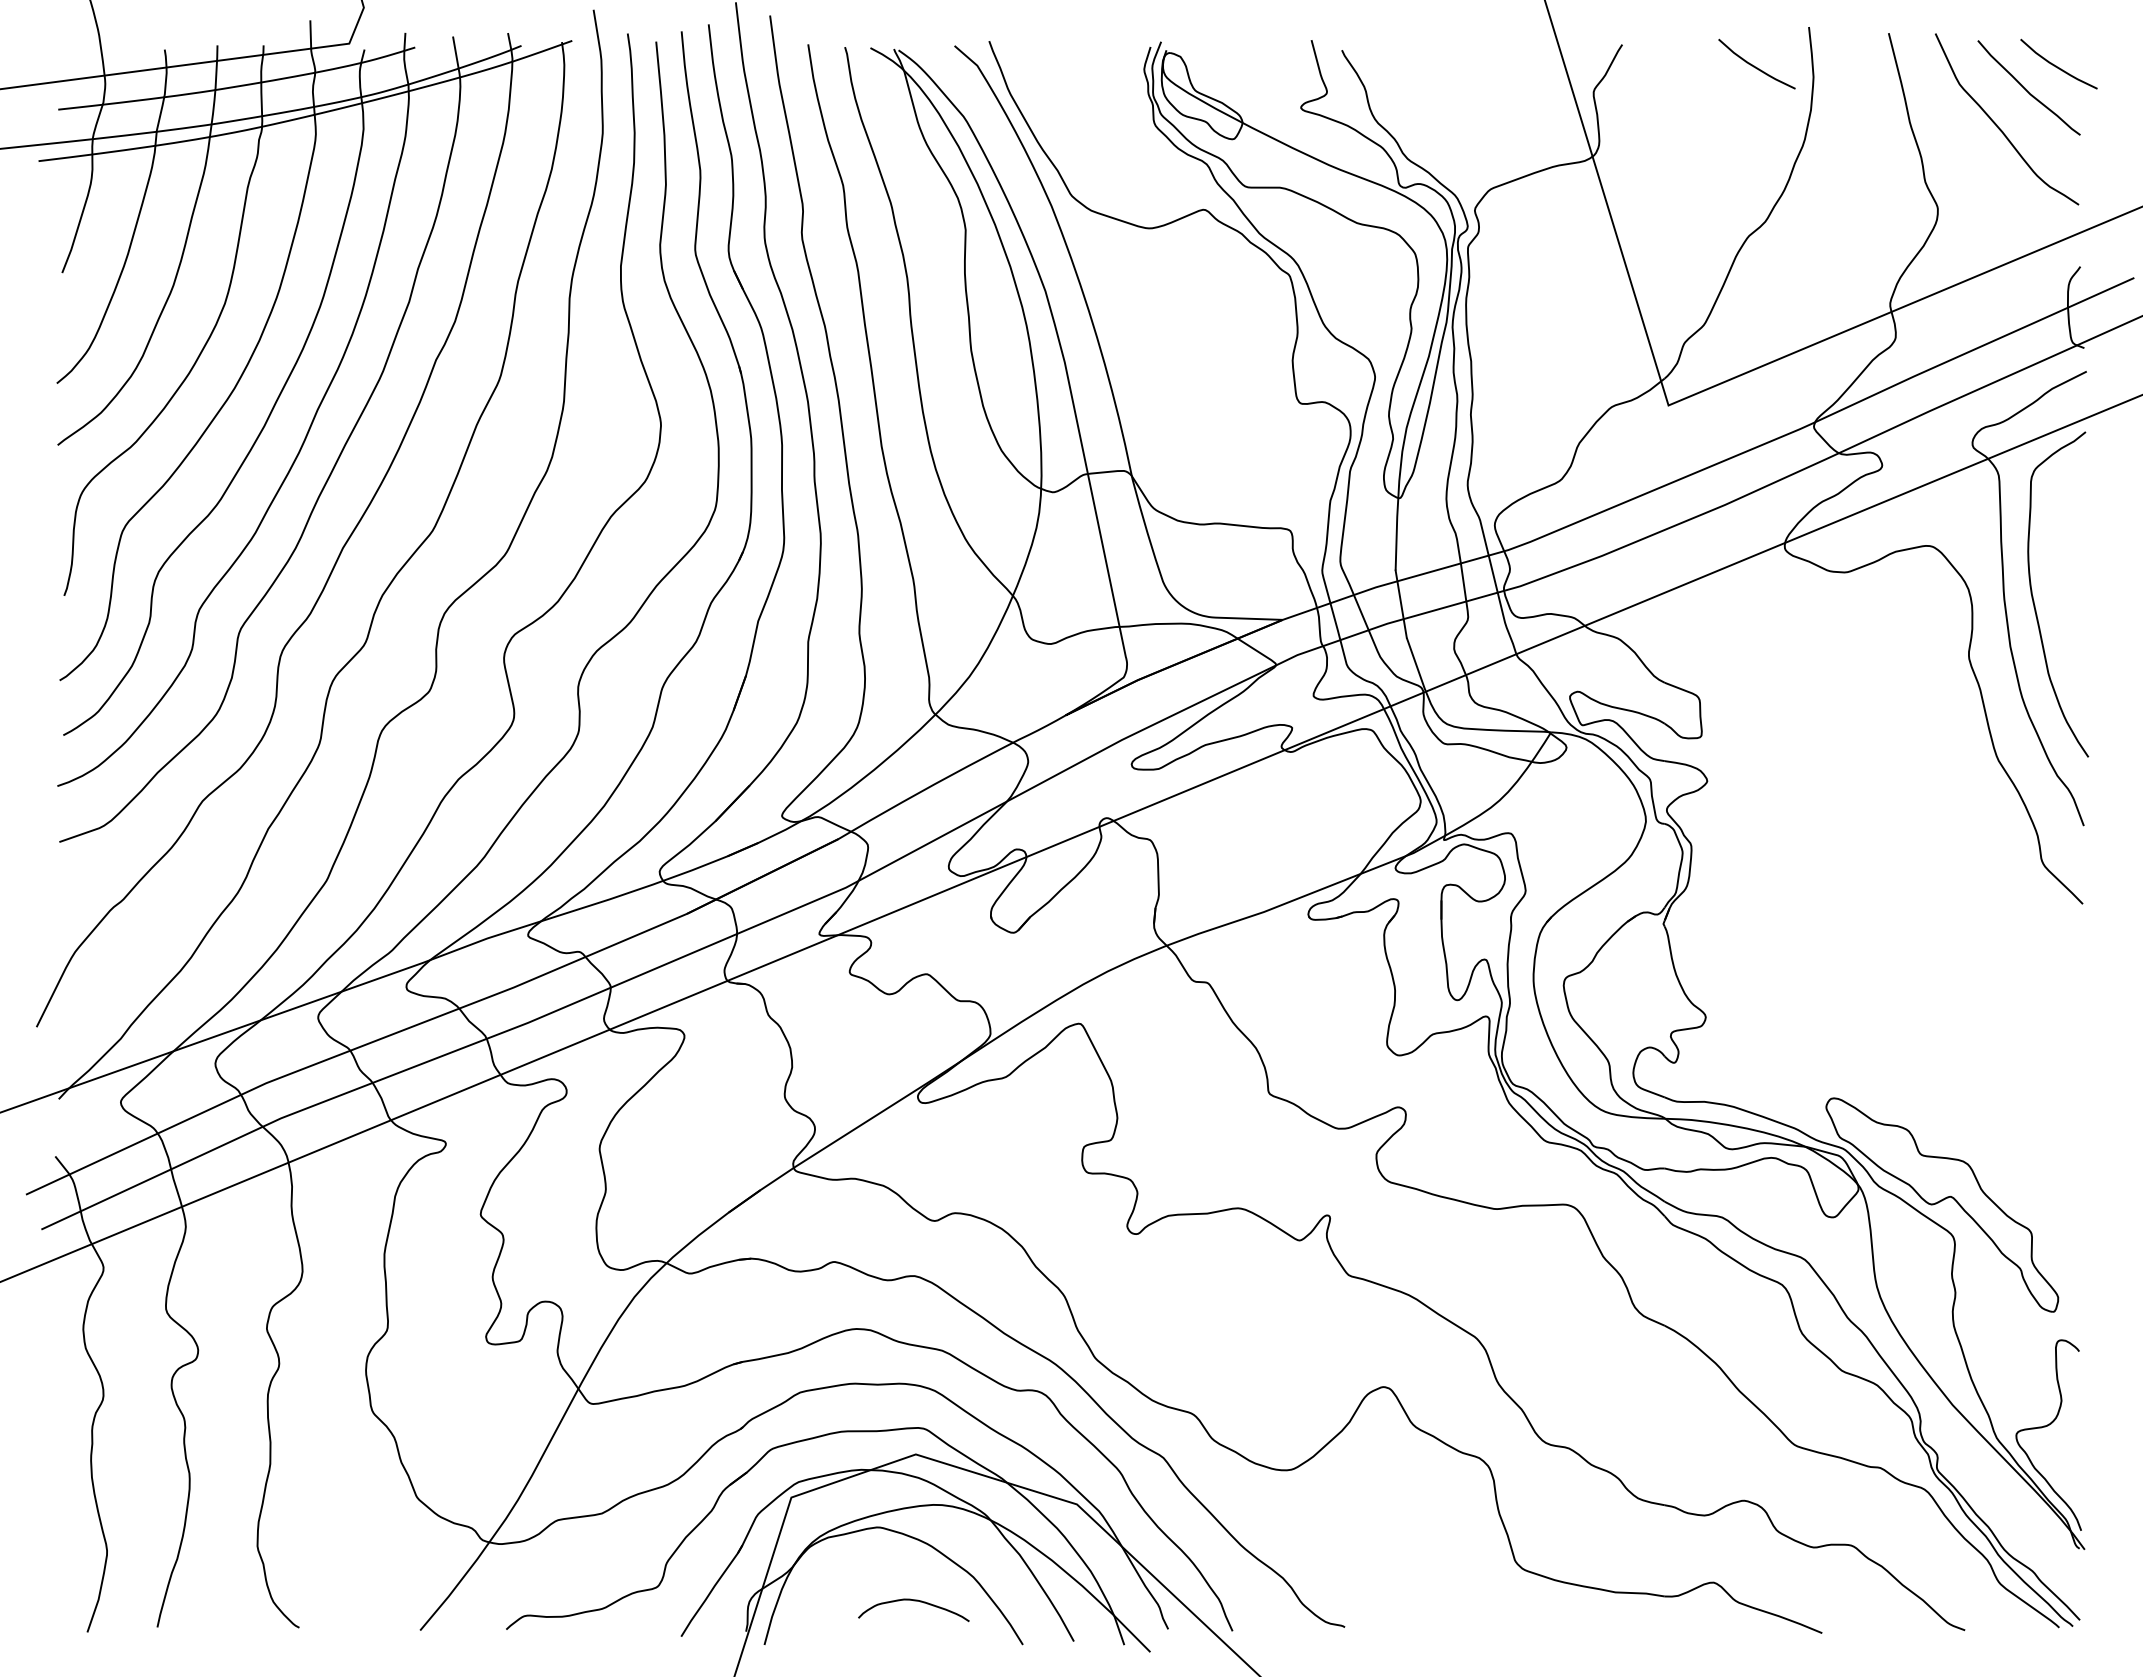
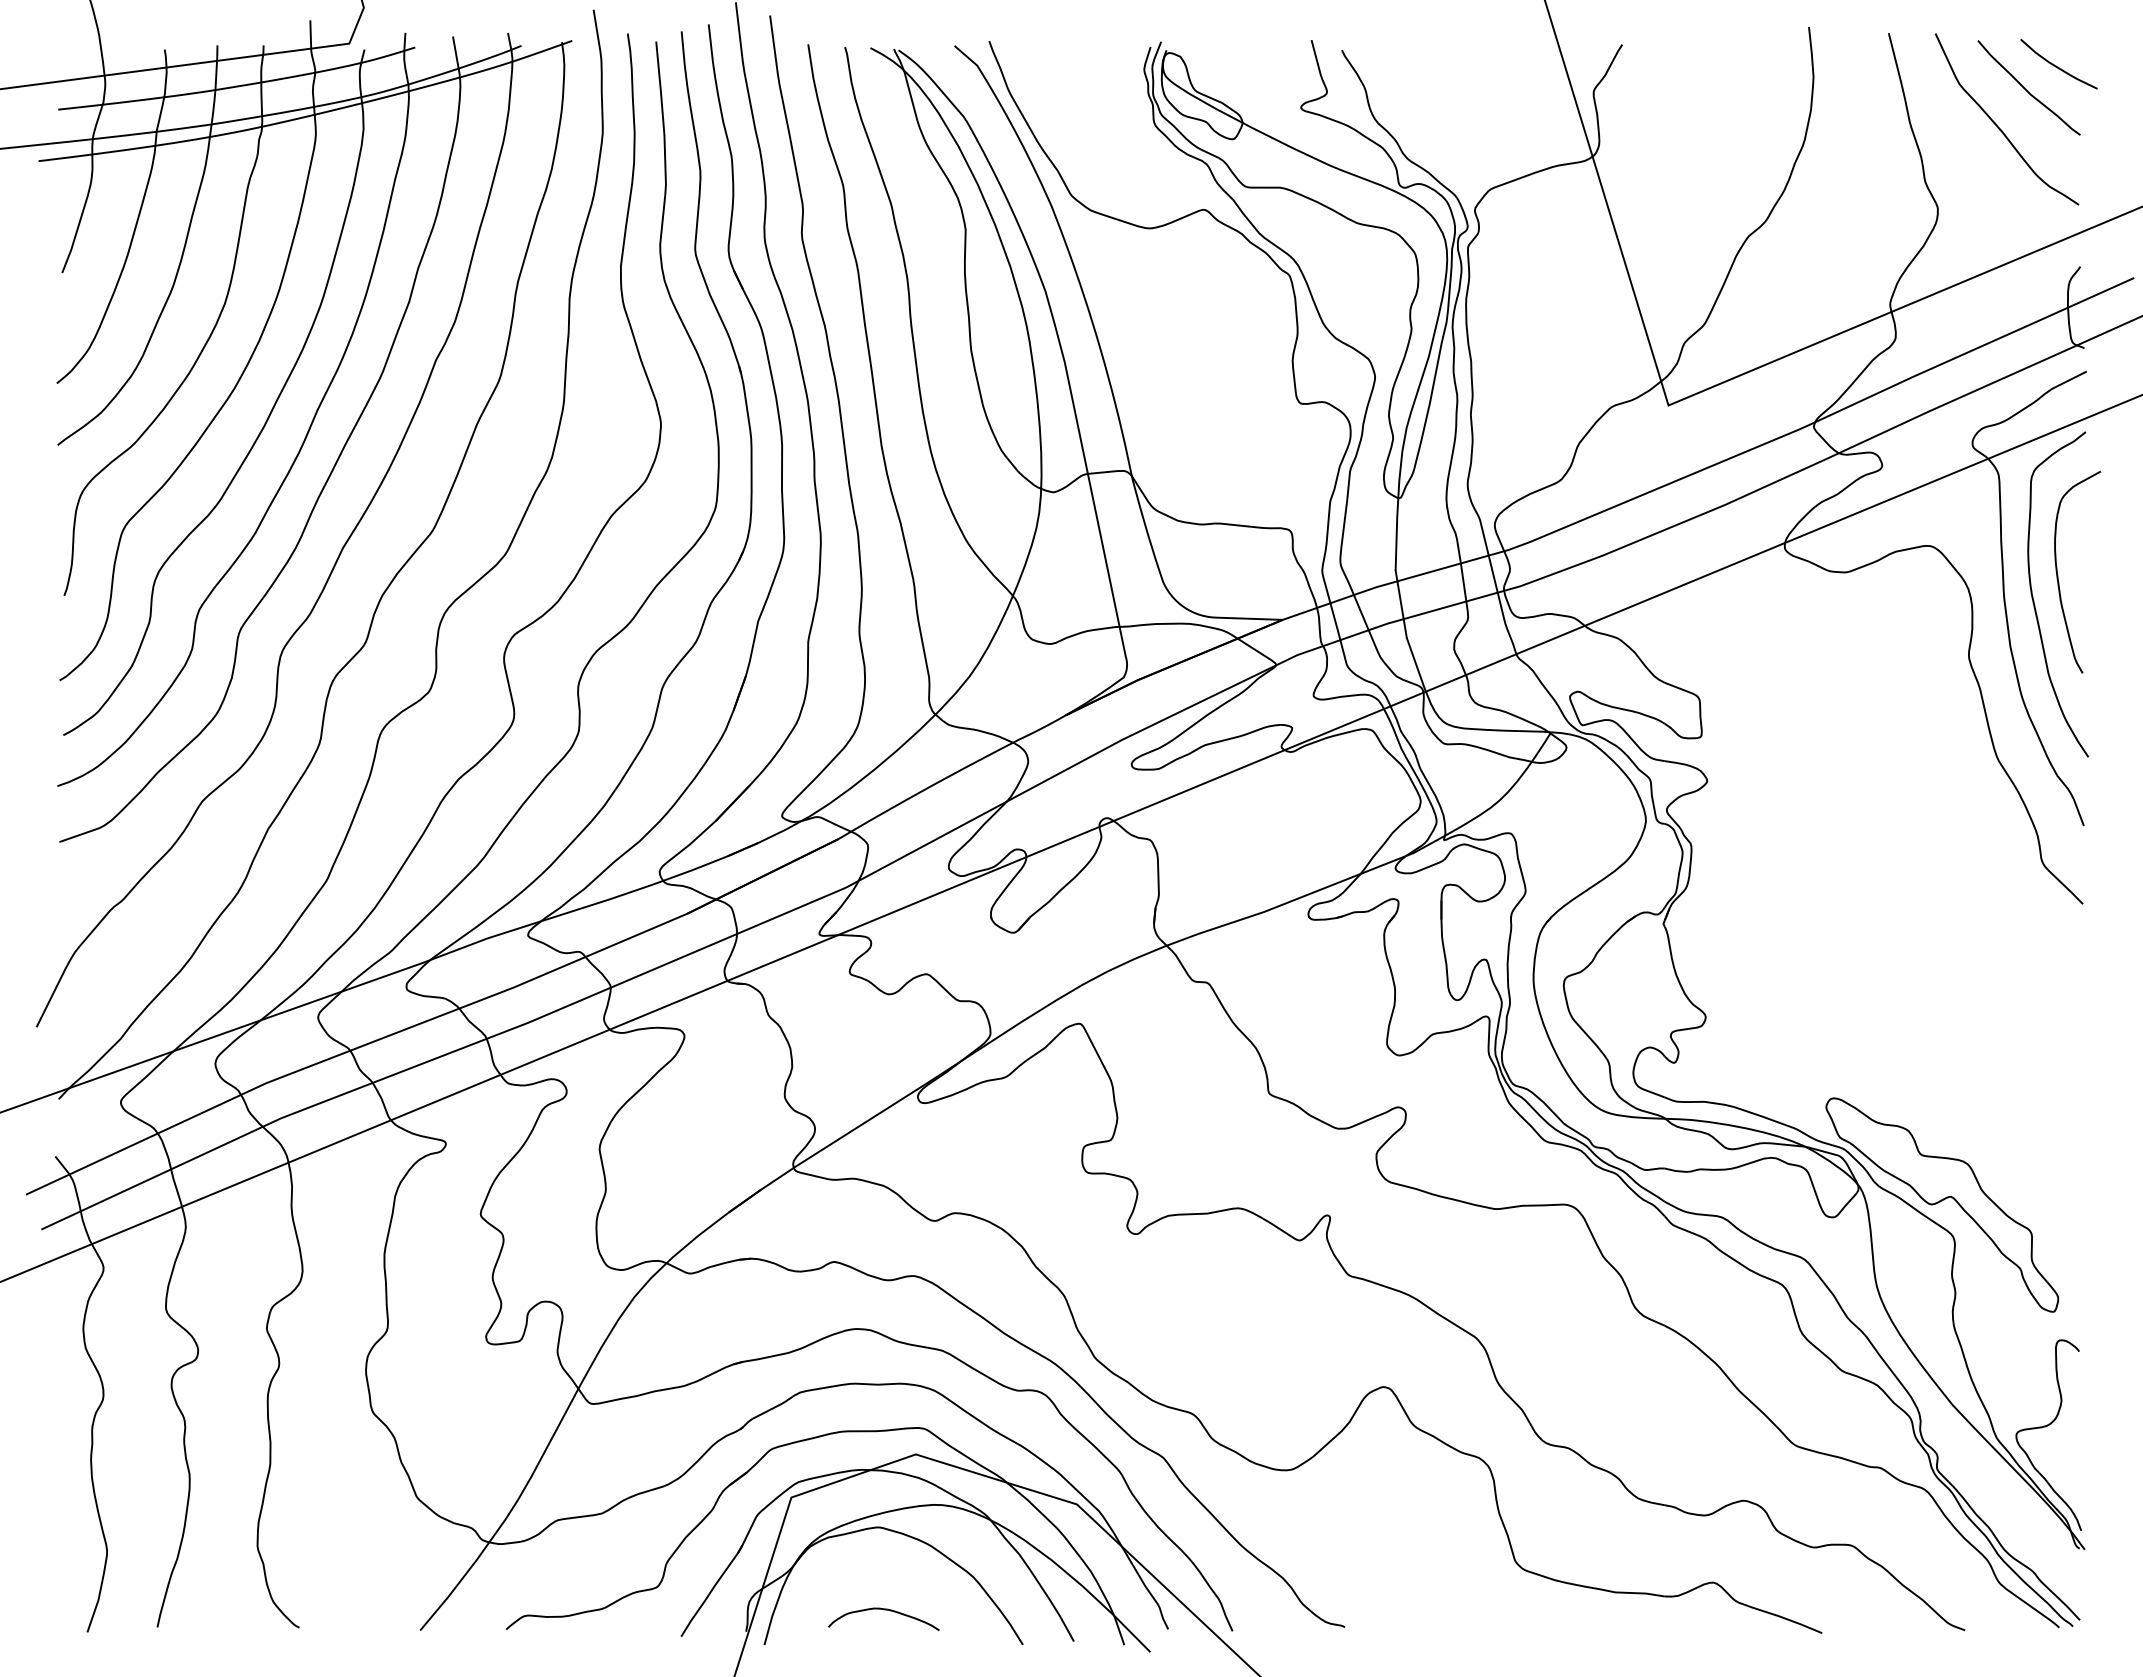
curve at (1754, 65): present -> none
curve at (2058, 575): none -> present
curve at (913, 1601) position: (913, 1601) -> (883, 1610)
